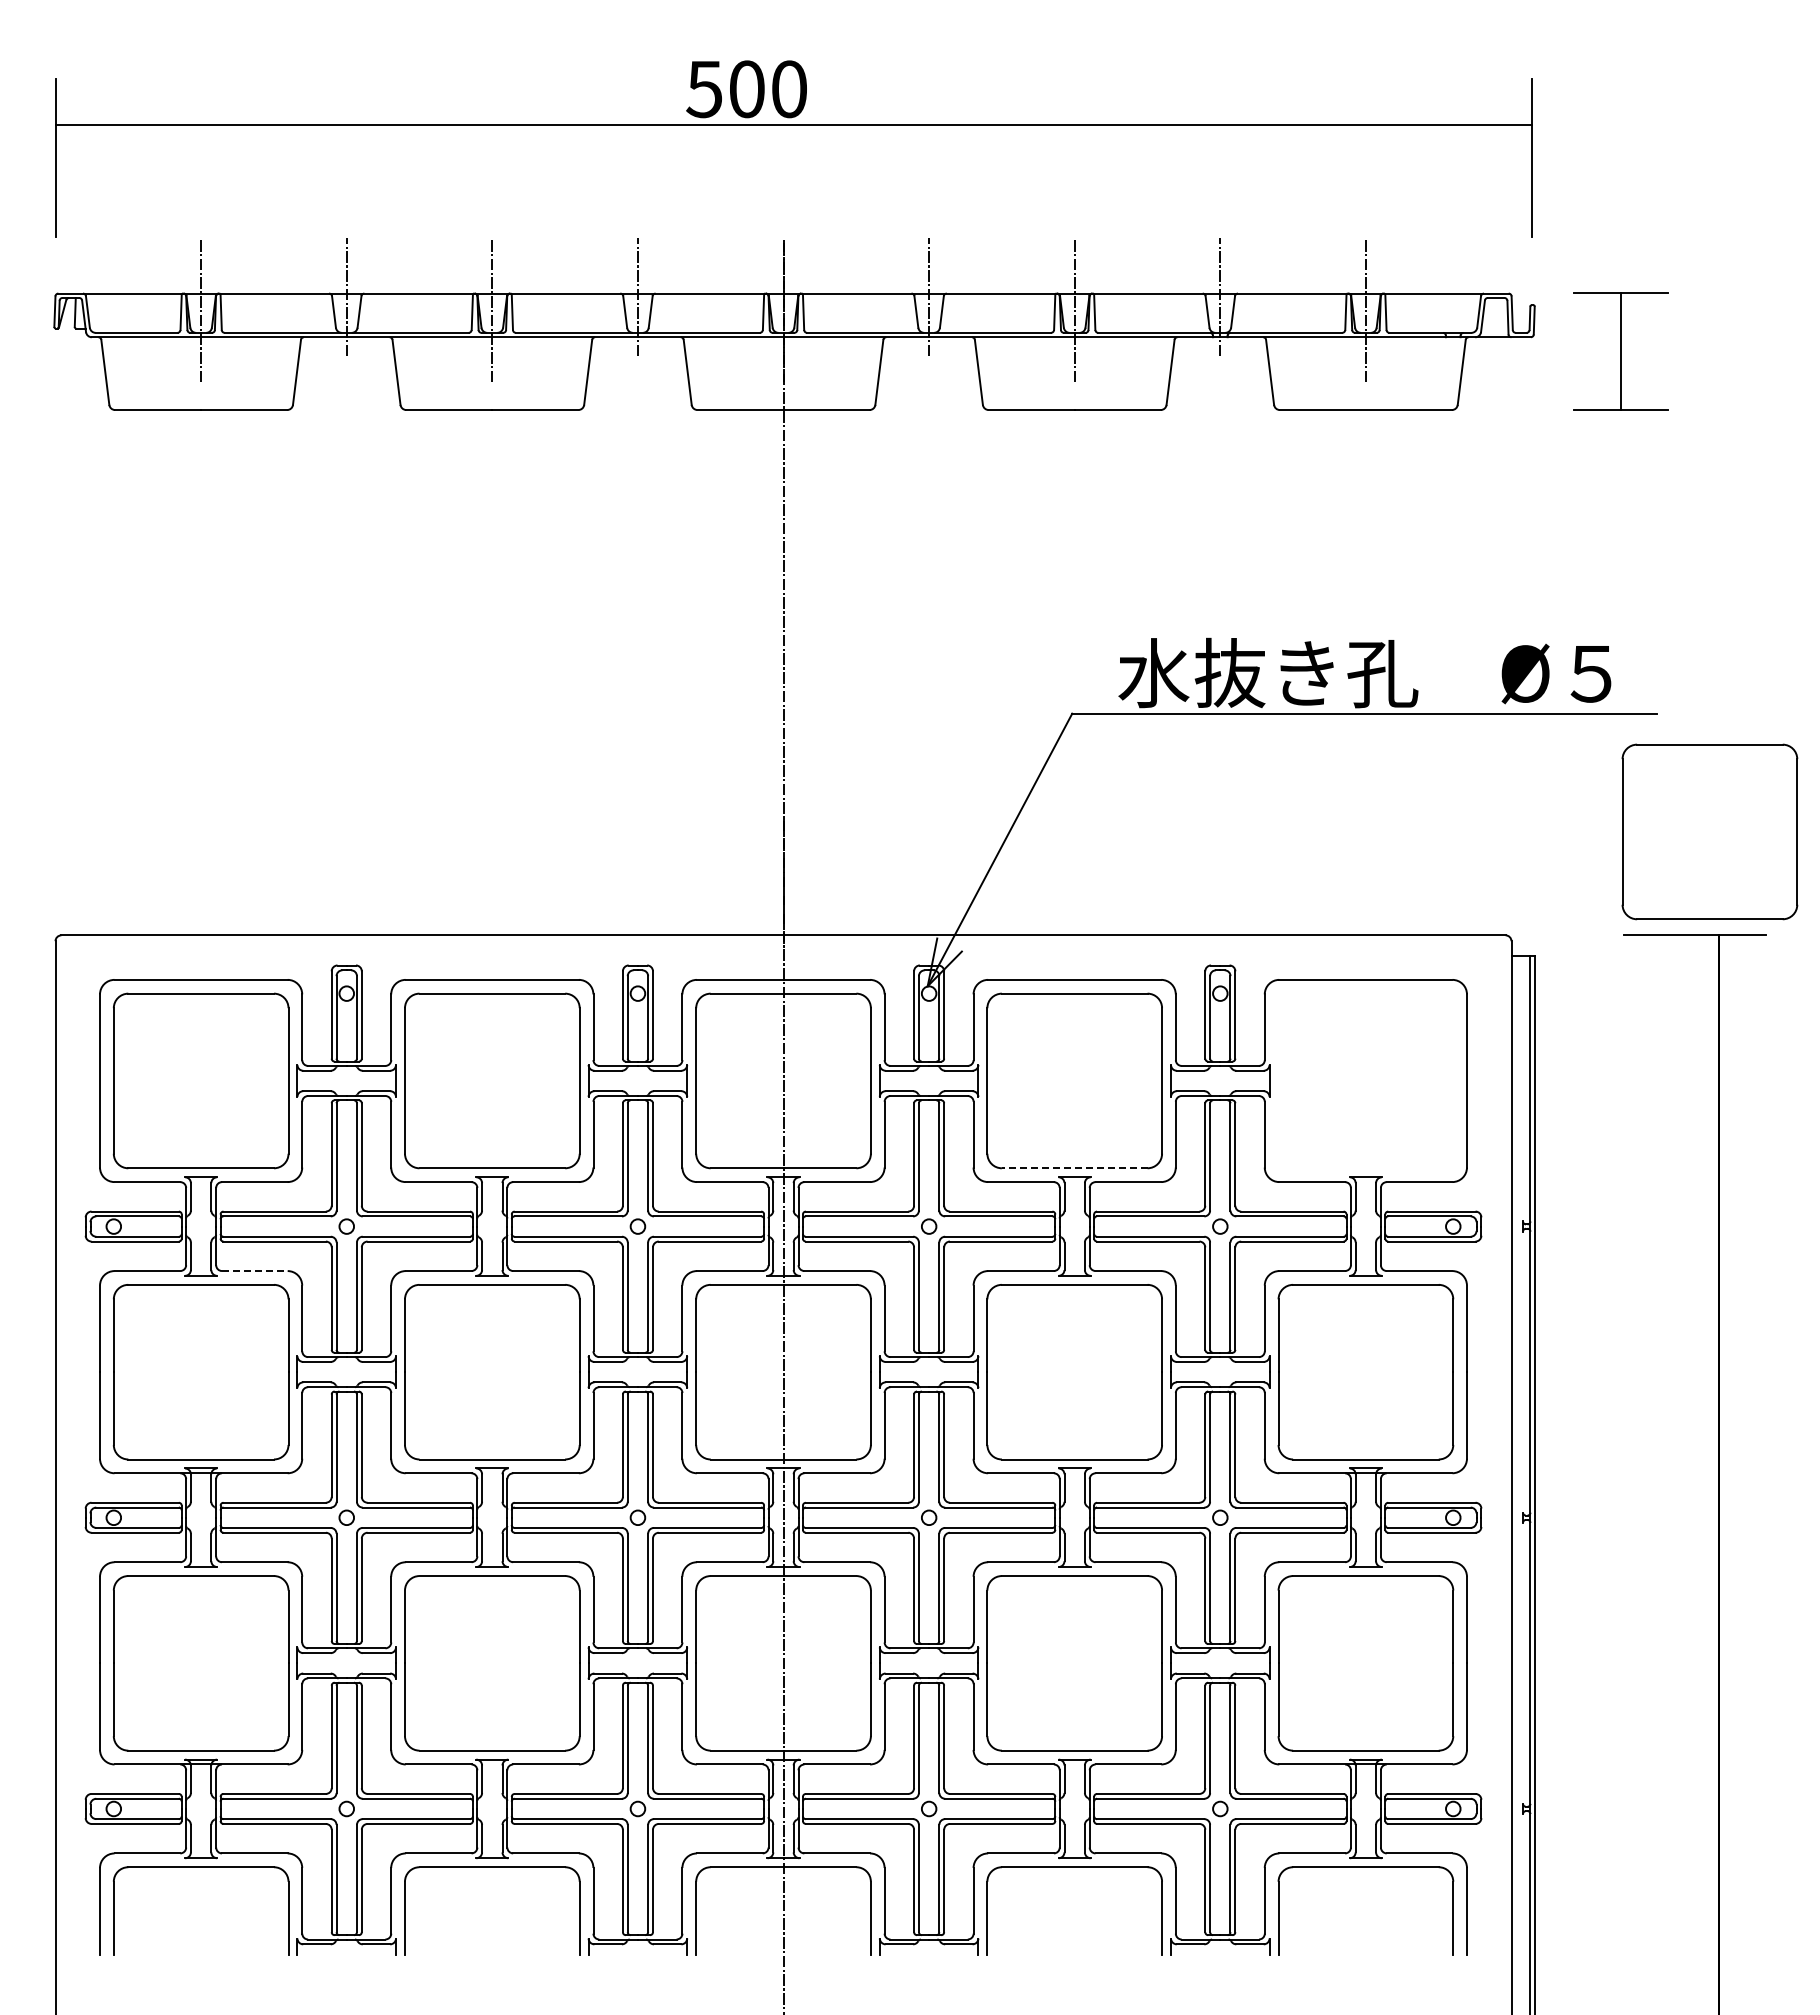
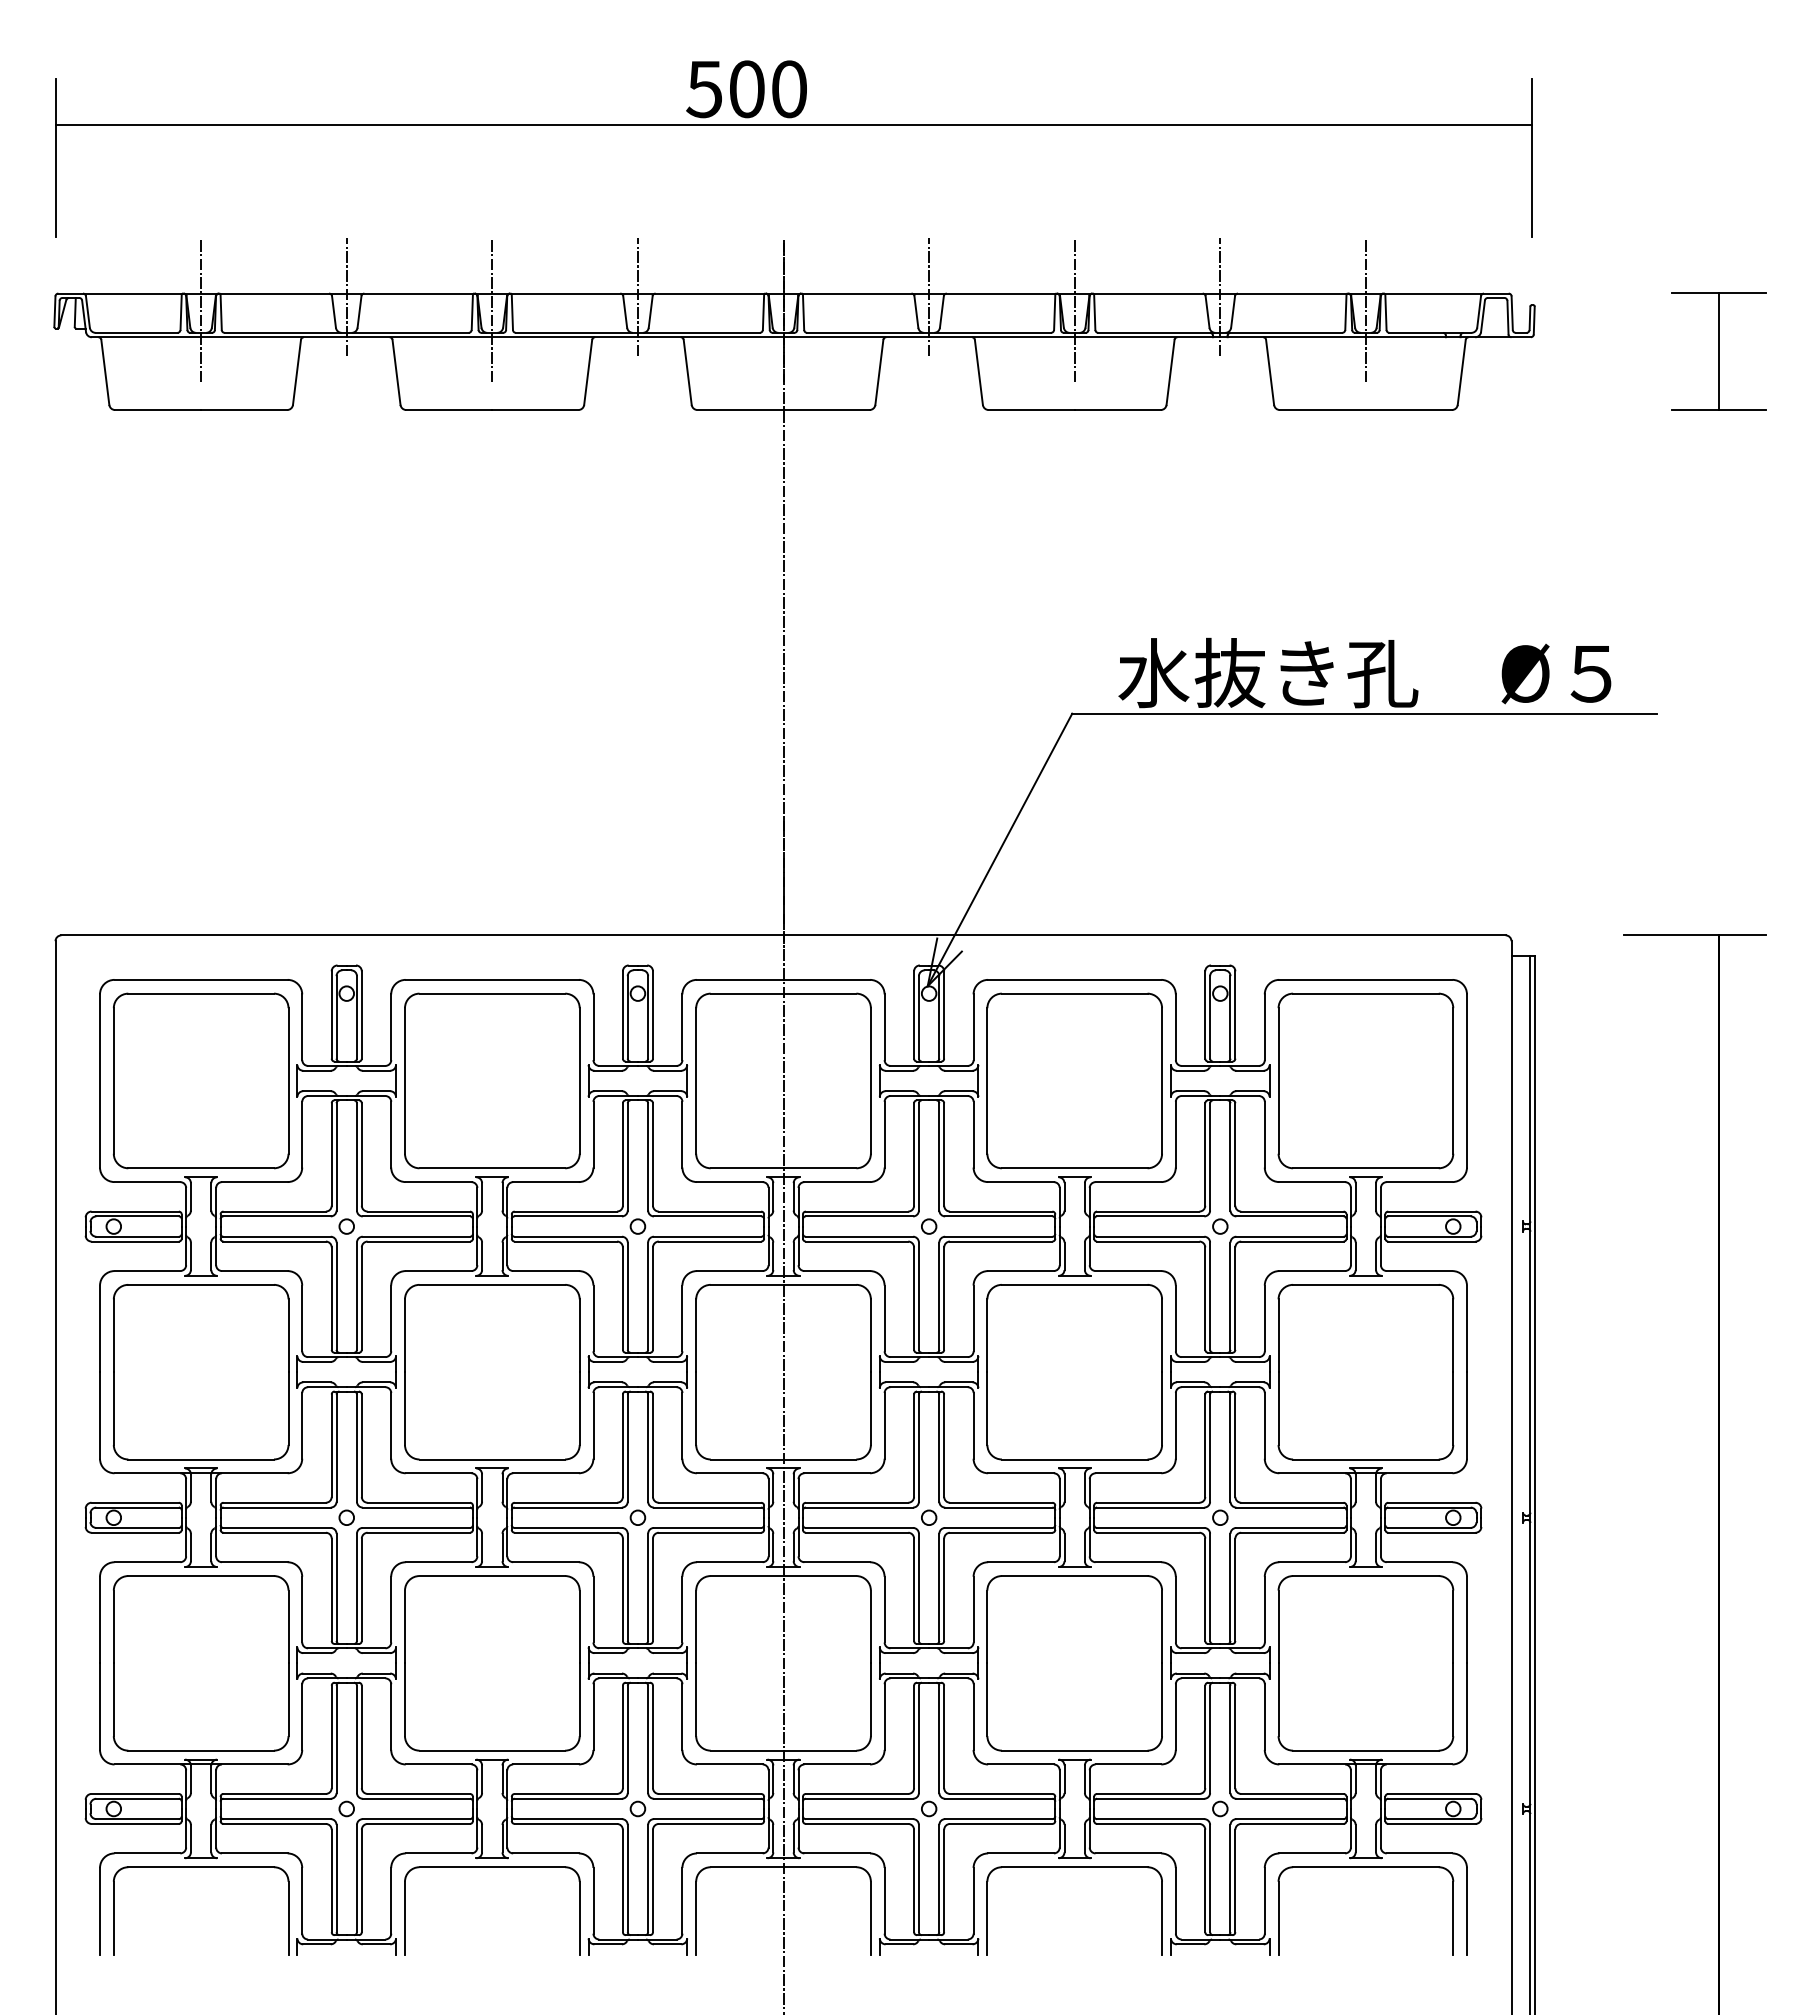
part at (1620, 351) position: (1620, 351) -> (1718, 351)
part at (1709, 831) position: (1709, 831) -> (1365, 1080)
line at (1074, 1168): dashed -> solid
line at (254, 1271): dashed -> solid
